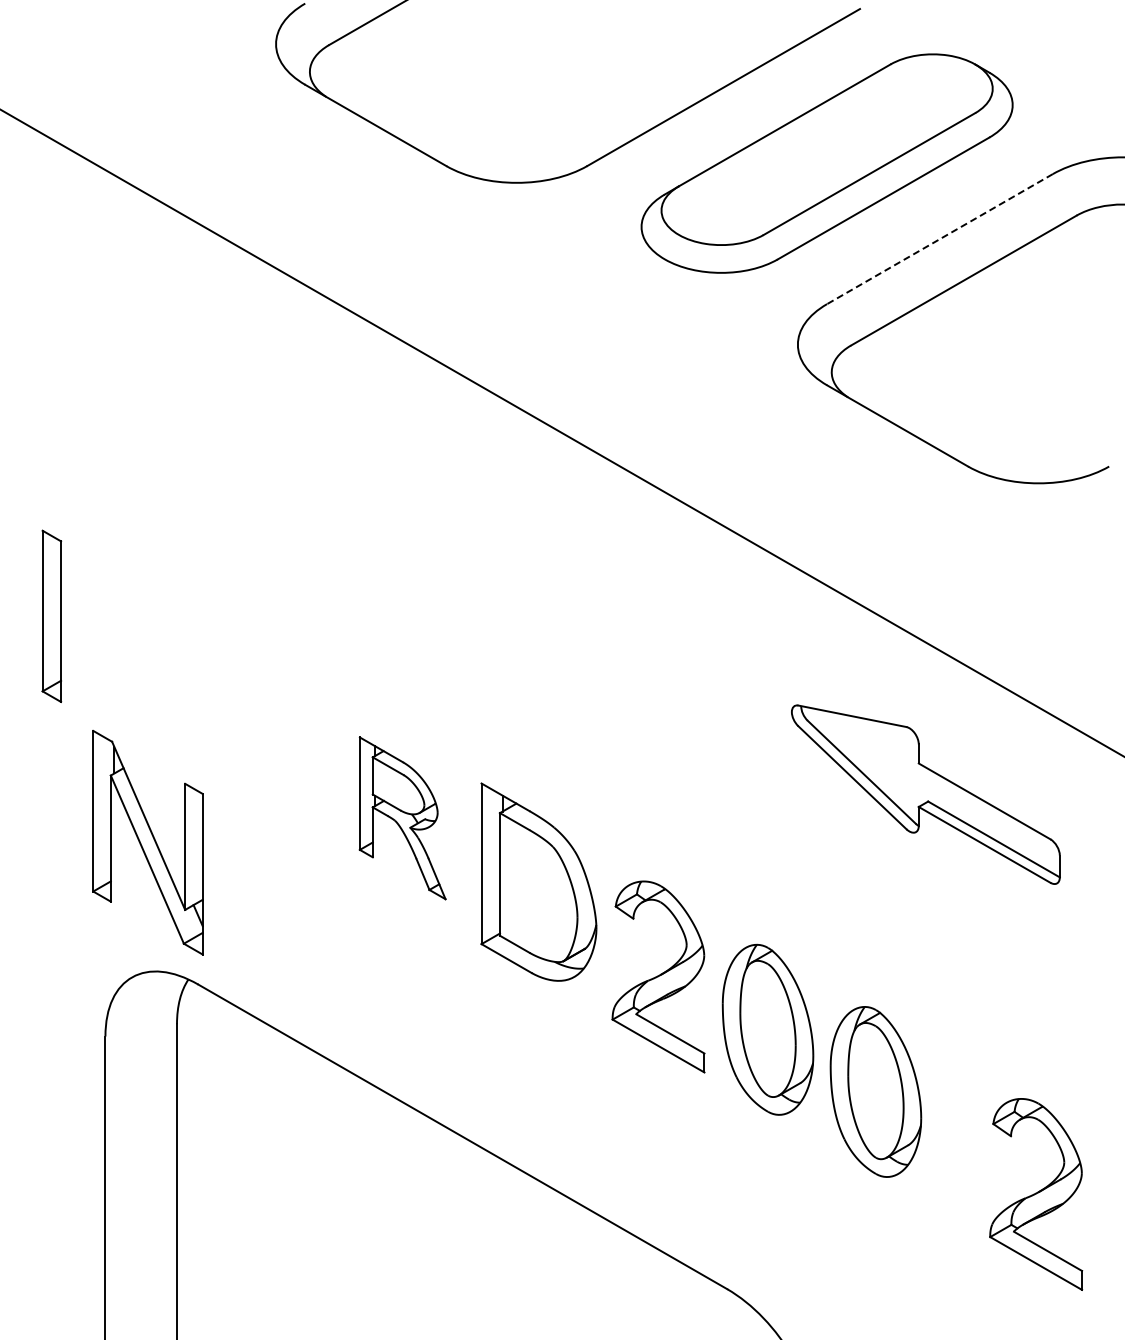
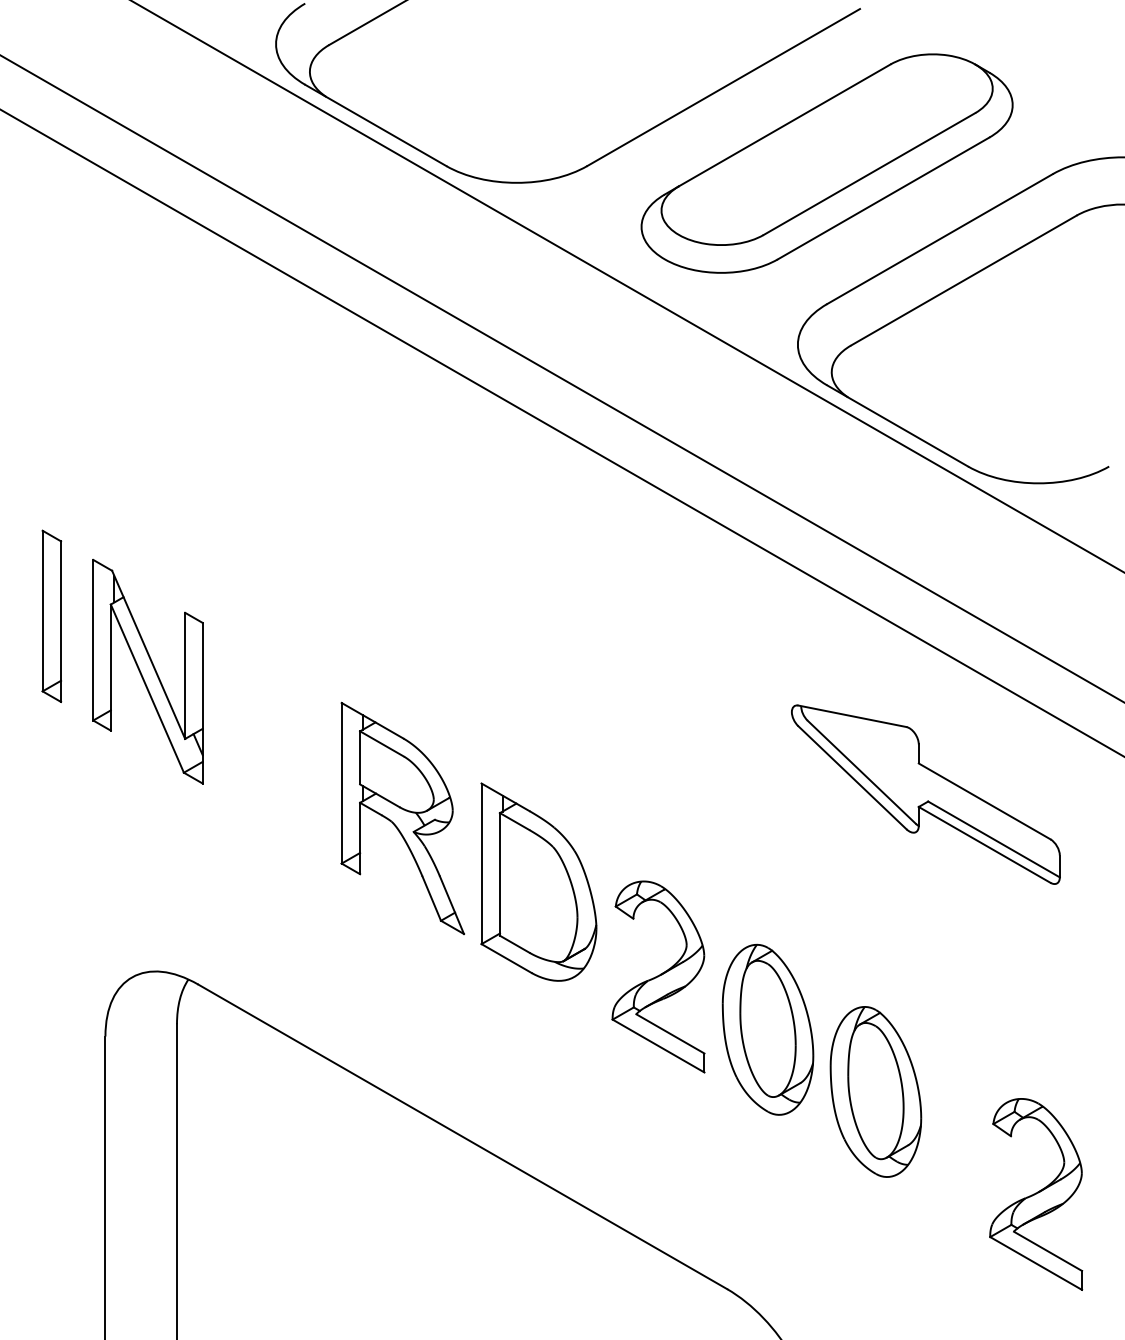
line at (939, 239): dashed -> solid
line at (627, 286): none -> present
line at (561, 378): none -> present
part at (402, 818) size: 89x165 px -> 125x234 px
part at (147, 842) position: (147, 842) -> (147, 671)
